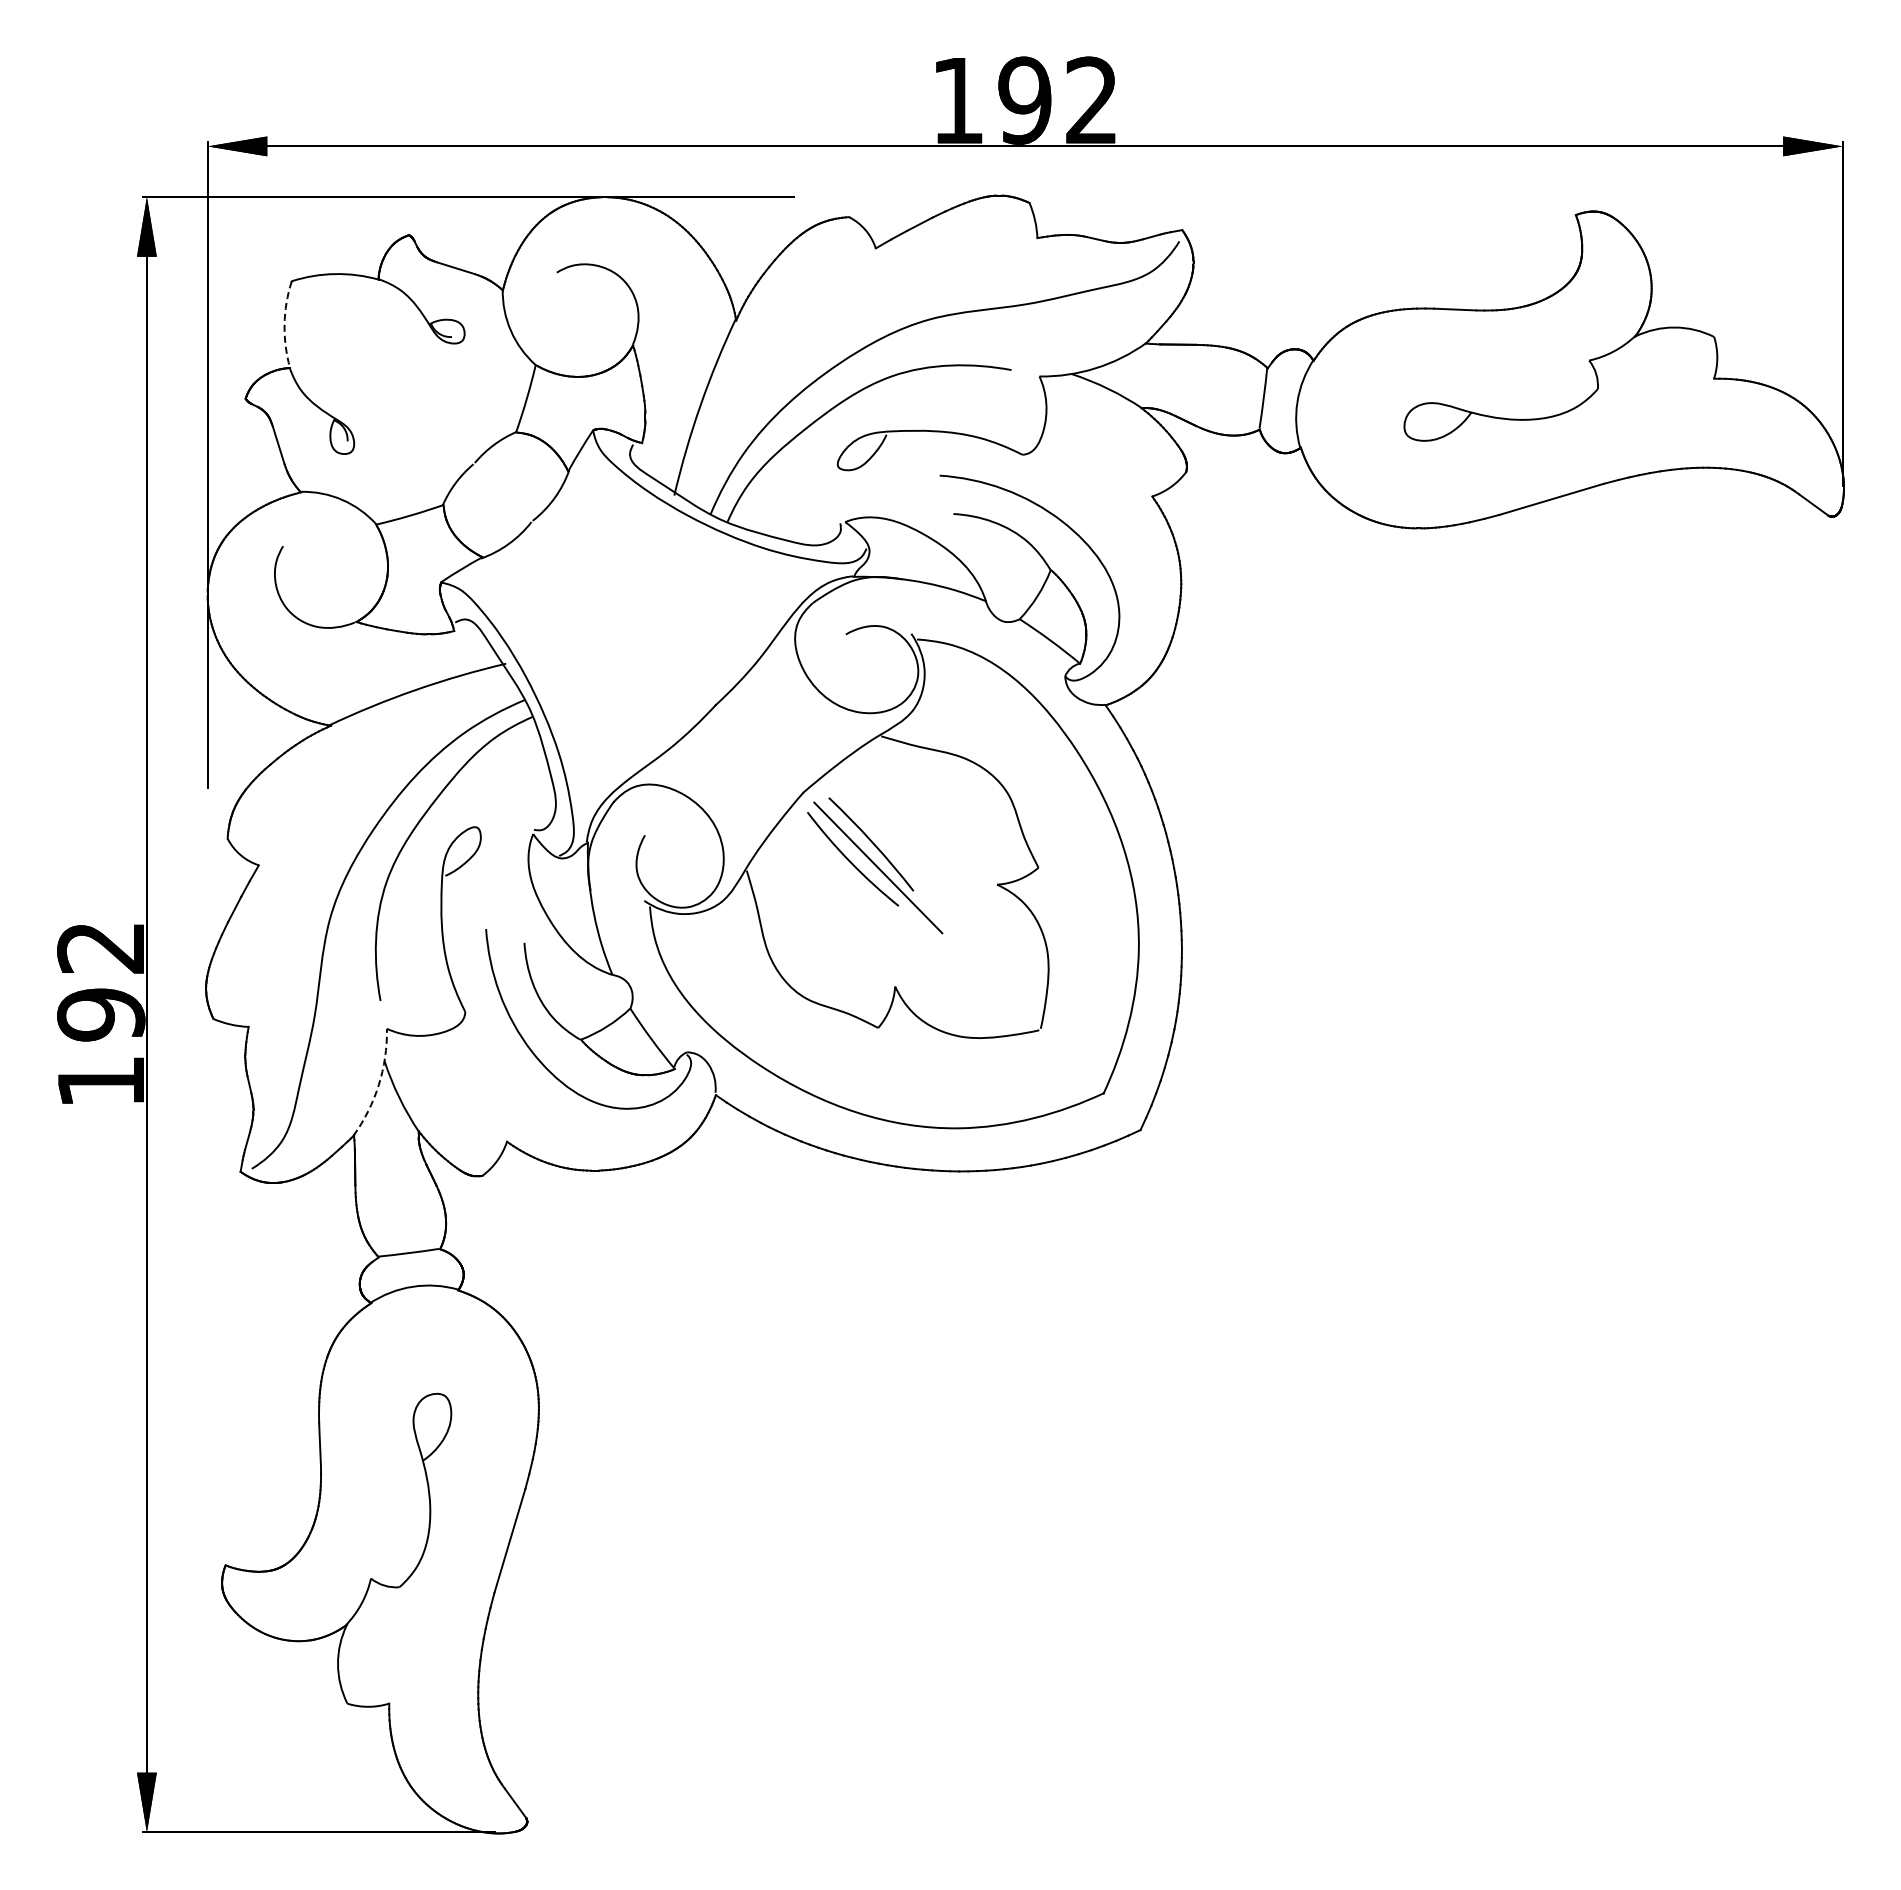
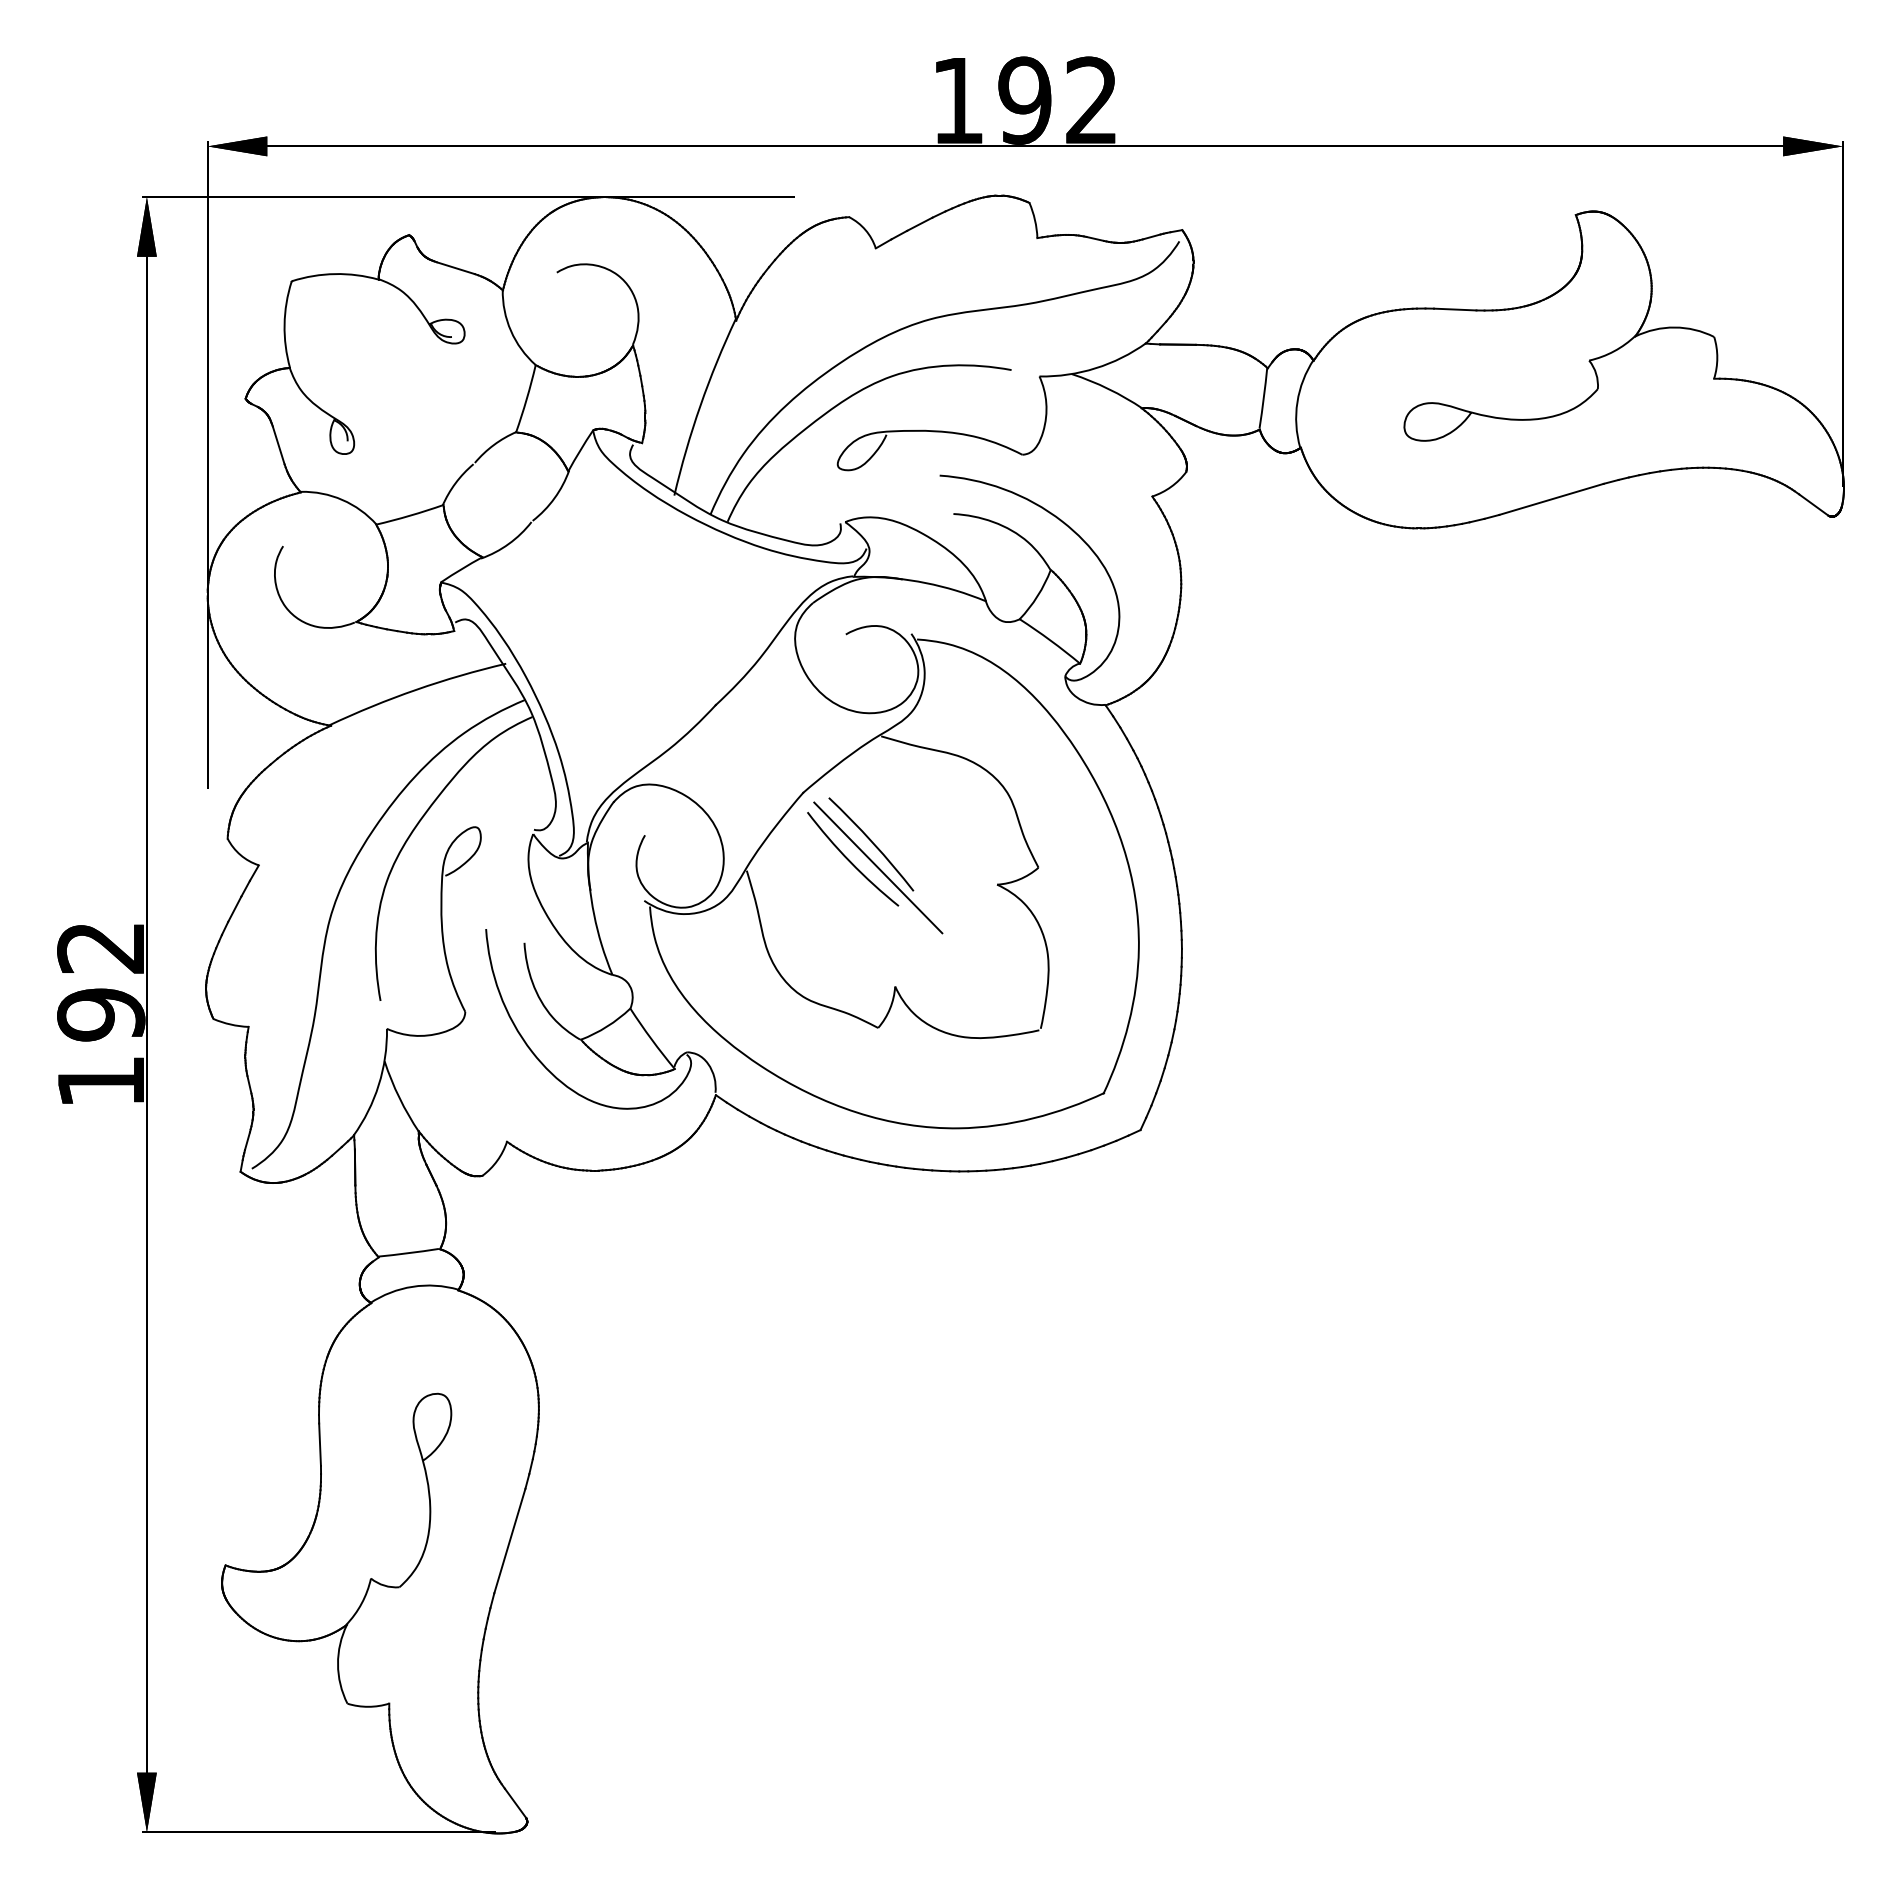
arc at (284, 324): dashed -> solid
arc at (378, 1085): dashed -> solid
